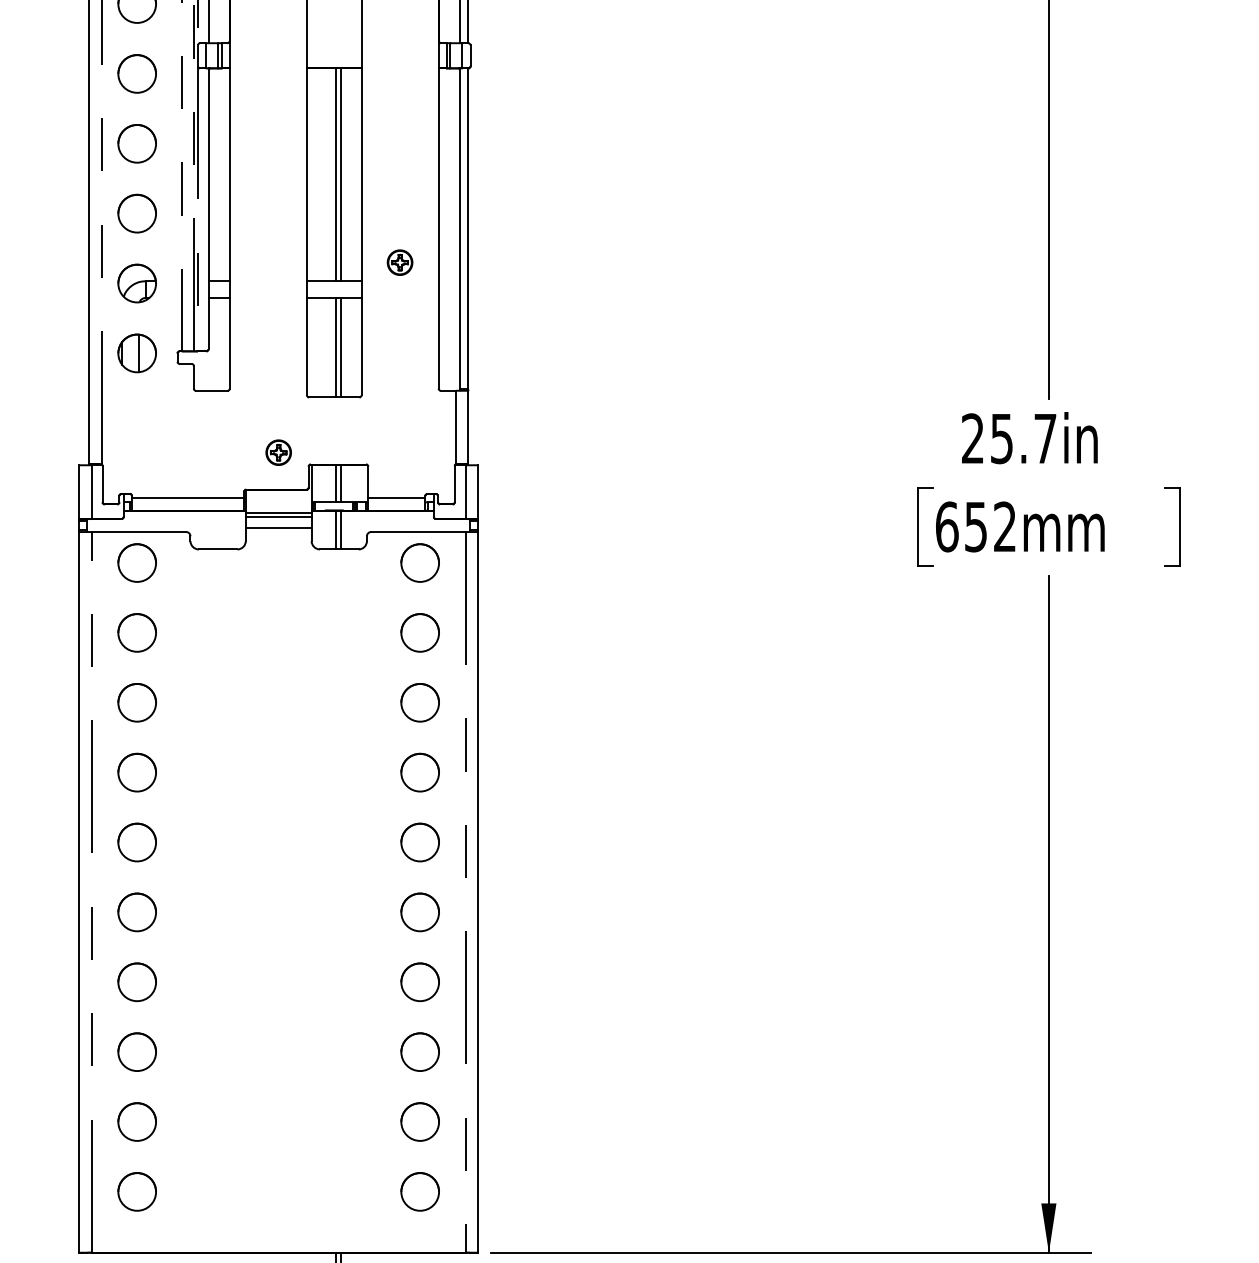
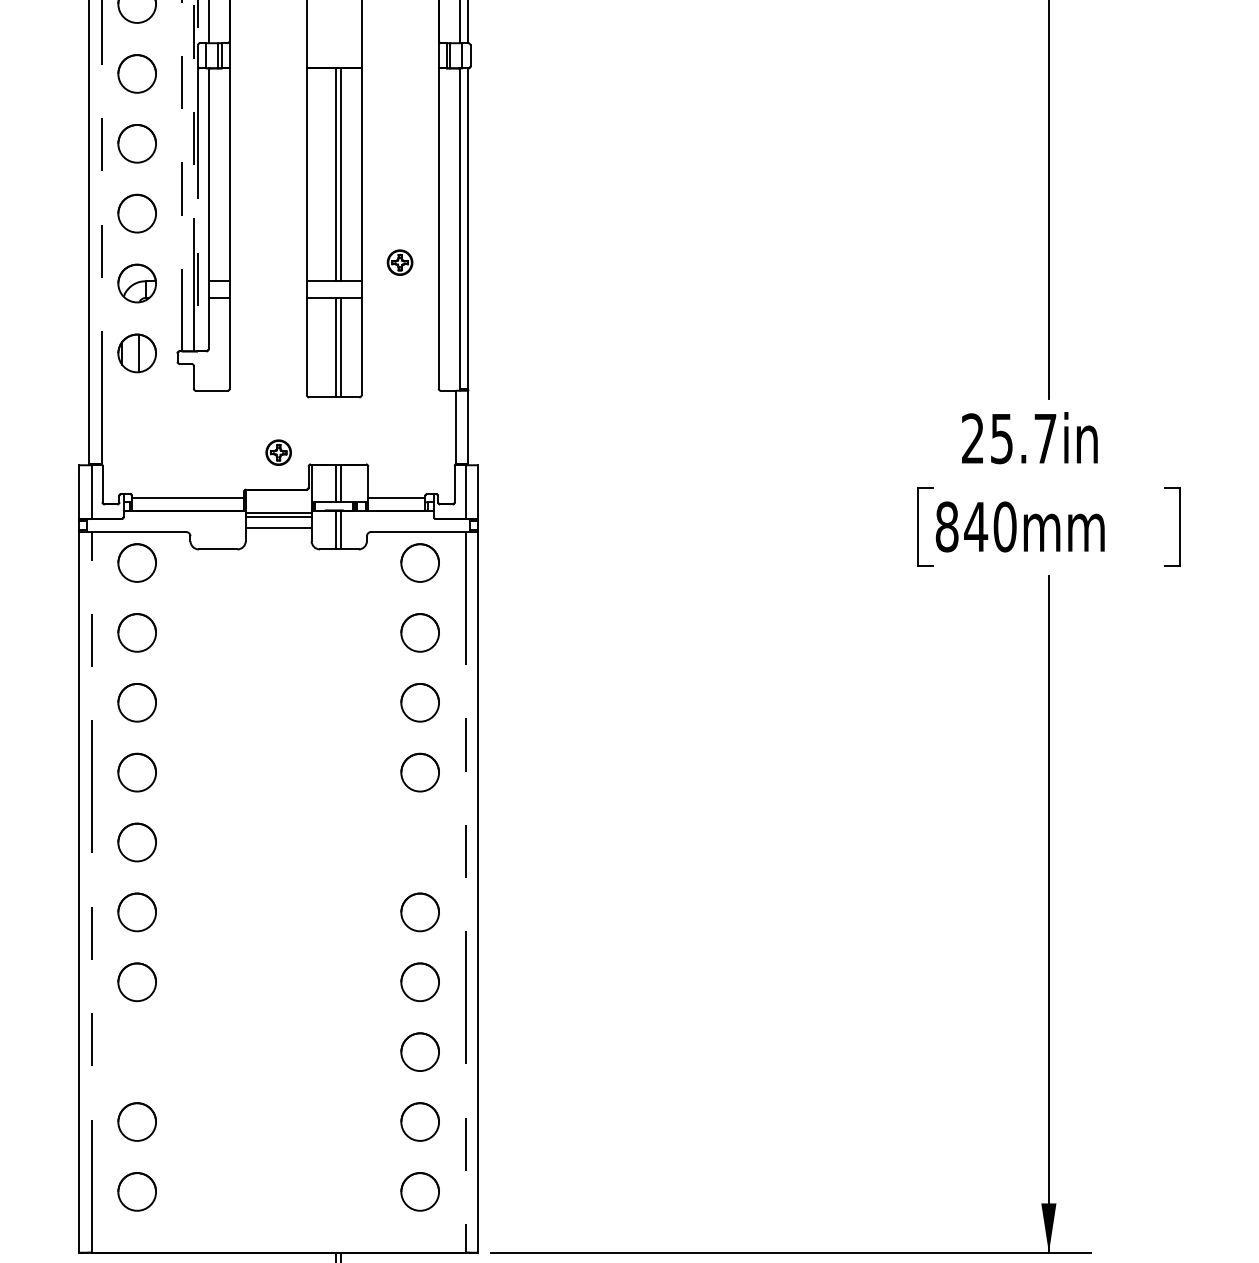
text at (975, 526): 652mm -> 840mm
part at (419, 842): present -> none
circle at (136, 1051): present -> none
